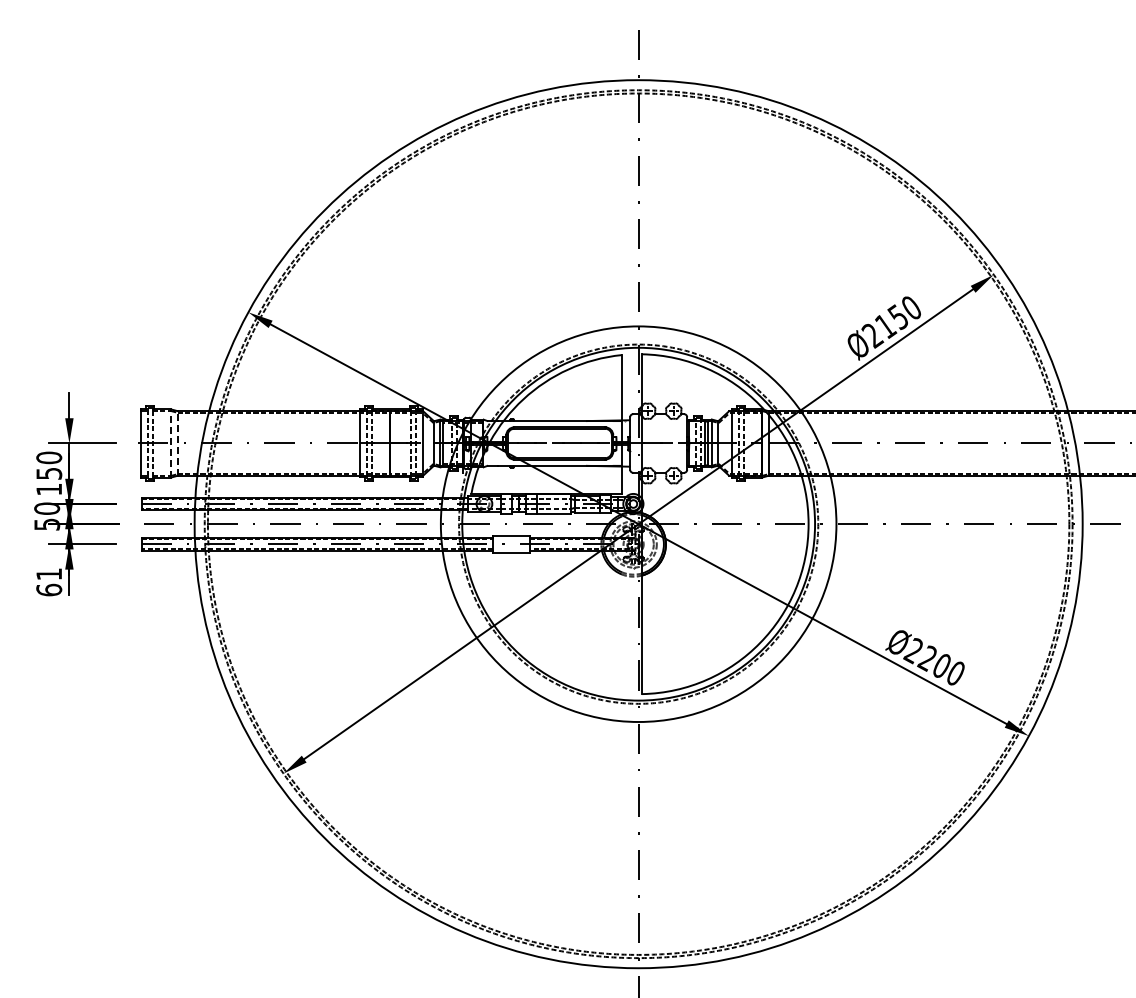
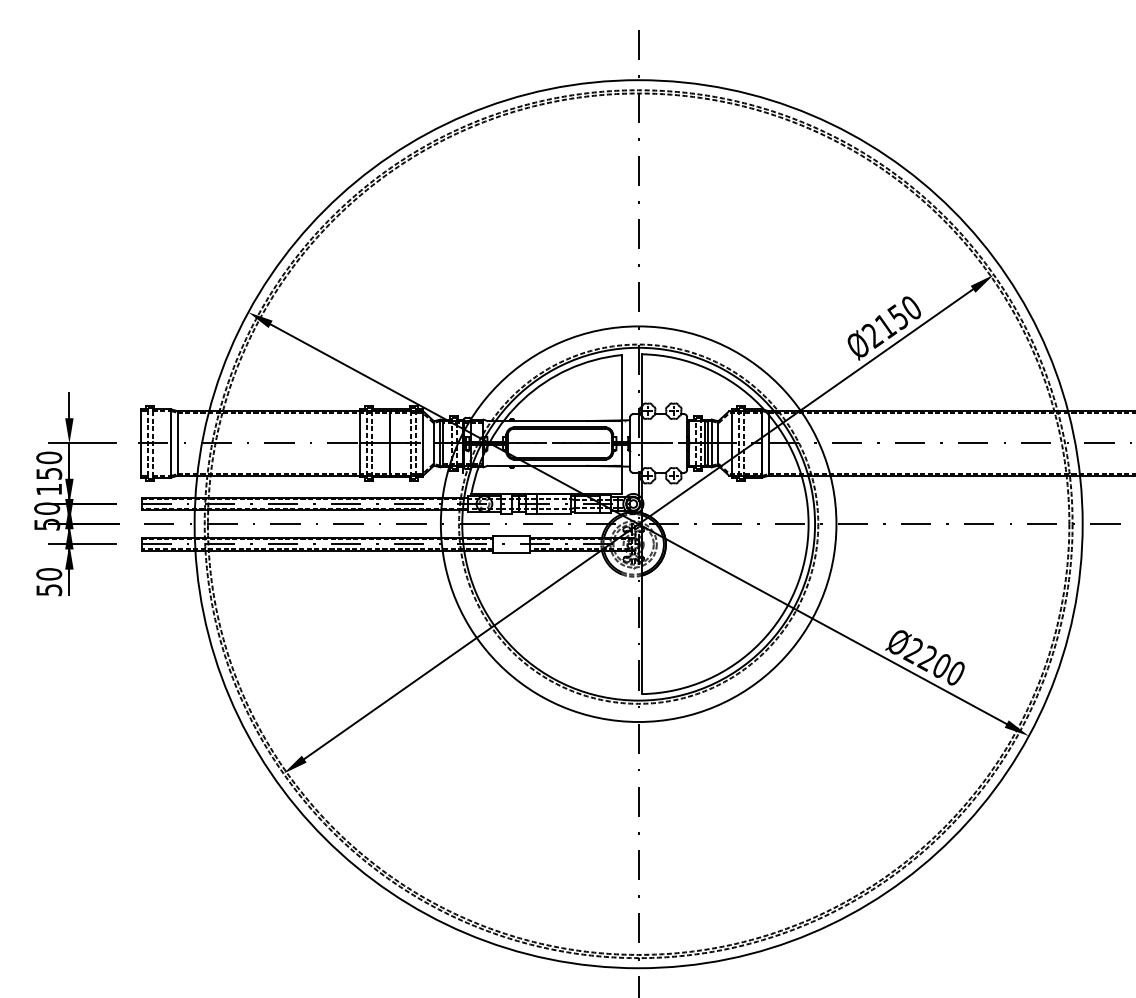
line at (177, 442): dashed -> solid
line at (171, 443): dashed -> solid
text at (49, 582): 61 -> 50
